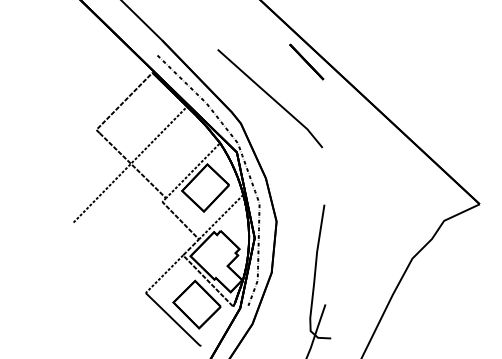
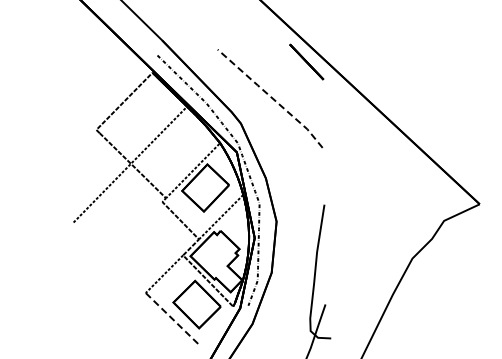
line at (271, 97): solid -> dashed
line at (174, 320): solid -> dashed
